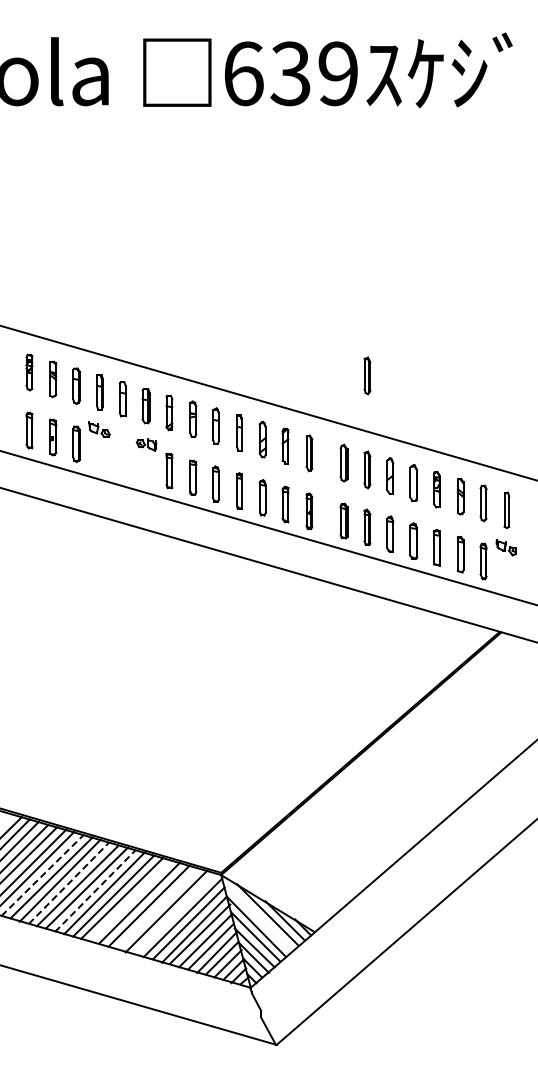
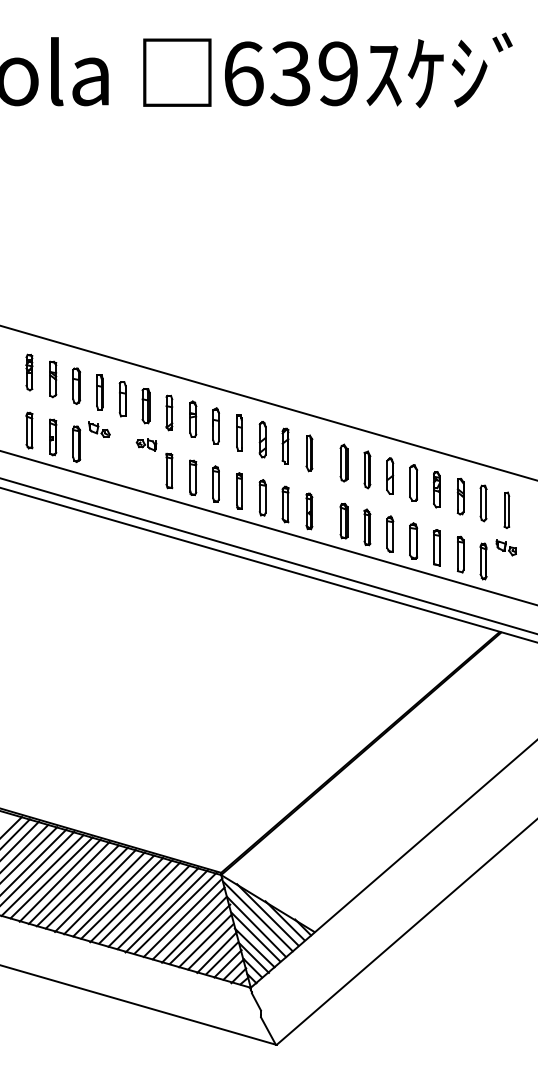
part at (367, 375): present -> none
line at (268, 555): none -> present
line at (42, 875): dashed -> solid
line at (69, 883): dashed -> solid
line at (95, 891): dashed -> solid
line at (131, 901): none -> present
line at (157, 908): none -> present
line at (175, 912): none -> present
line at (257, 916): none -> present
